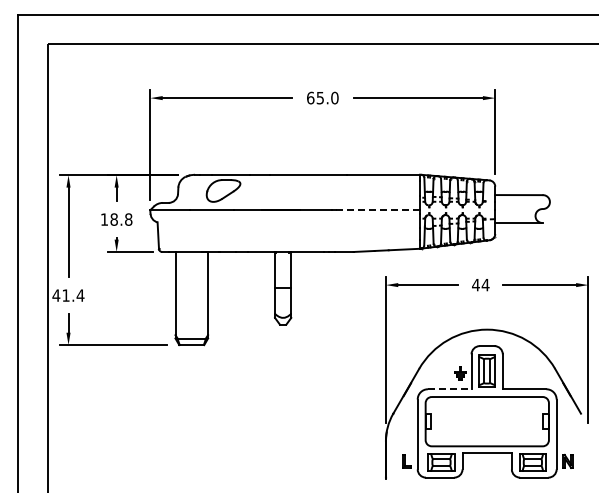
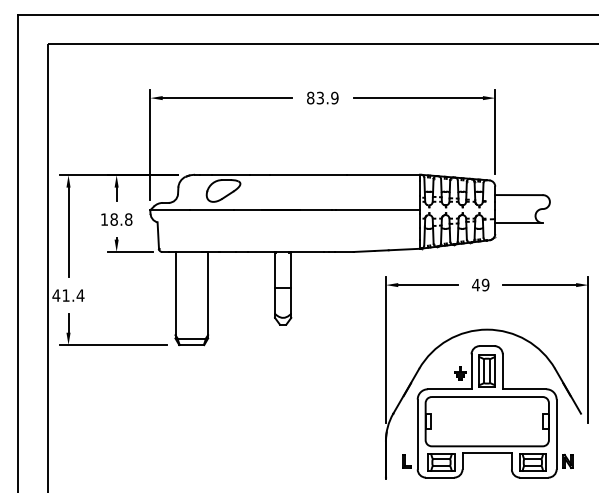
text at (322, 97): 65.0 -> 83.9
line at (378, 210): dashed -> solid
text at (485, 284): 44 -> 49
line at (449, 389): dashed -> solid
